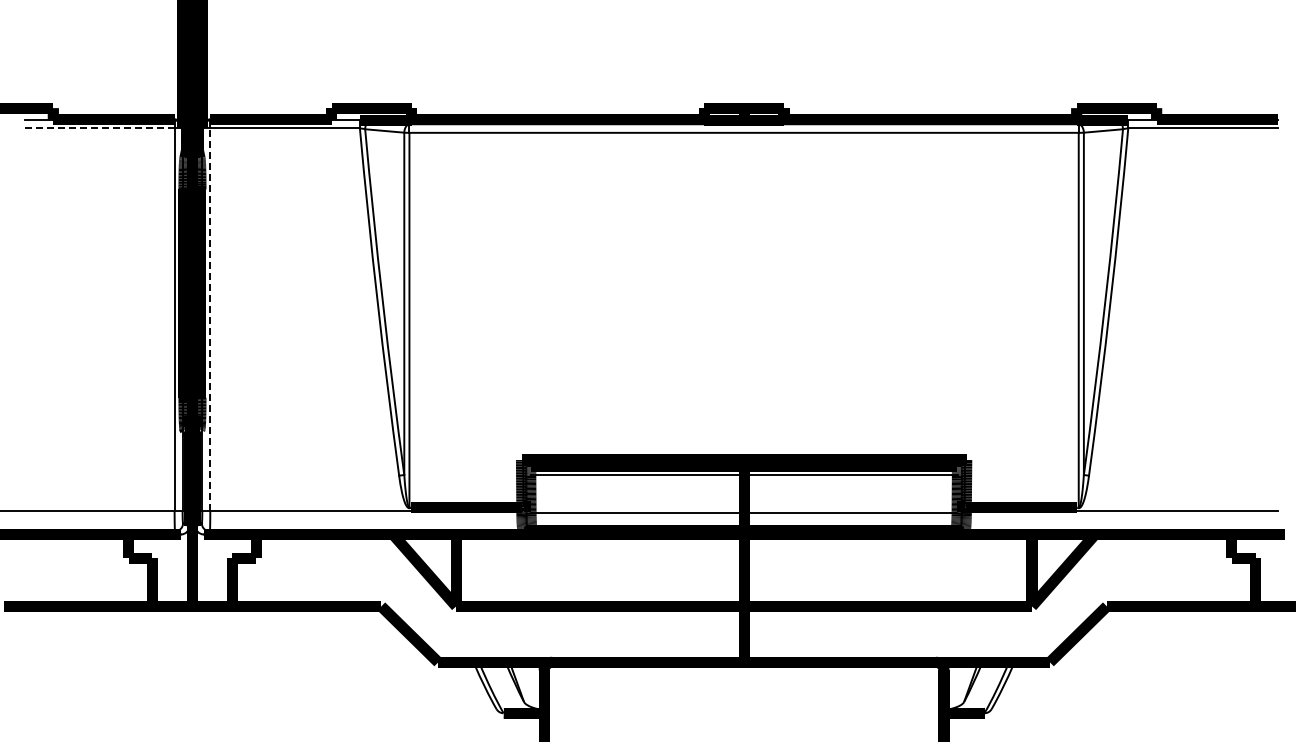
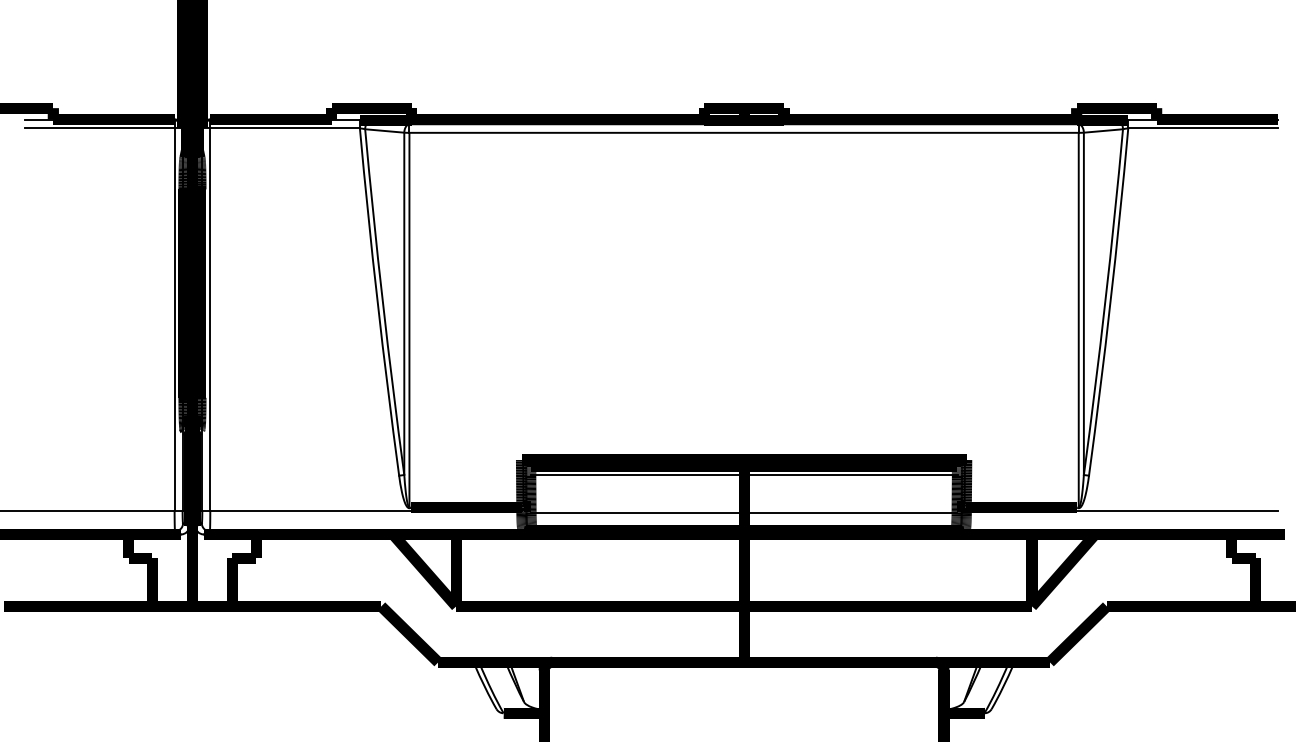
line at (99, 128): dashed -> solid
line at (210, 318): dashed -> solid
